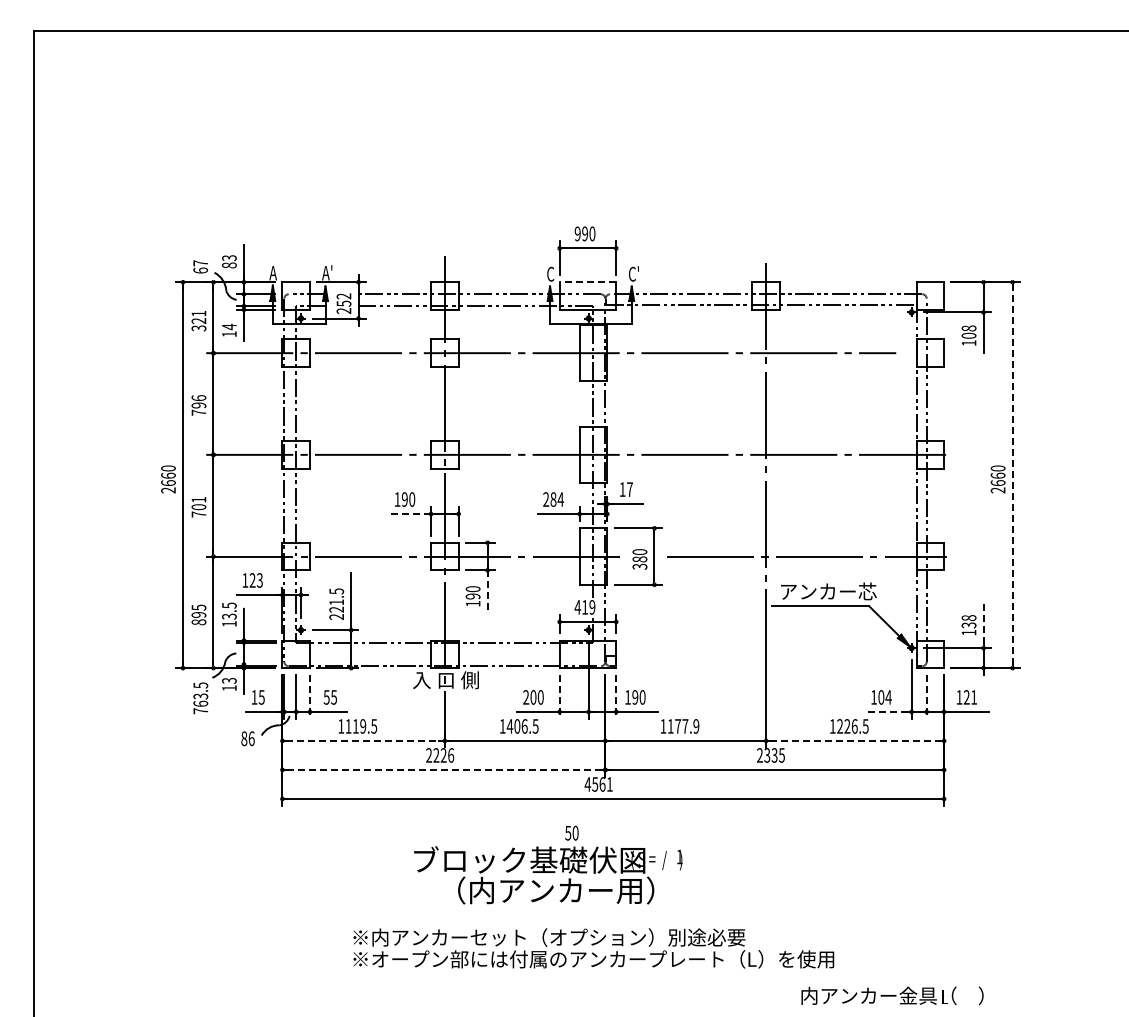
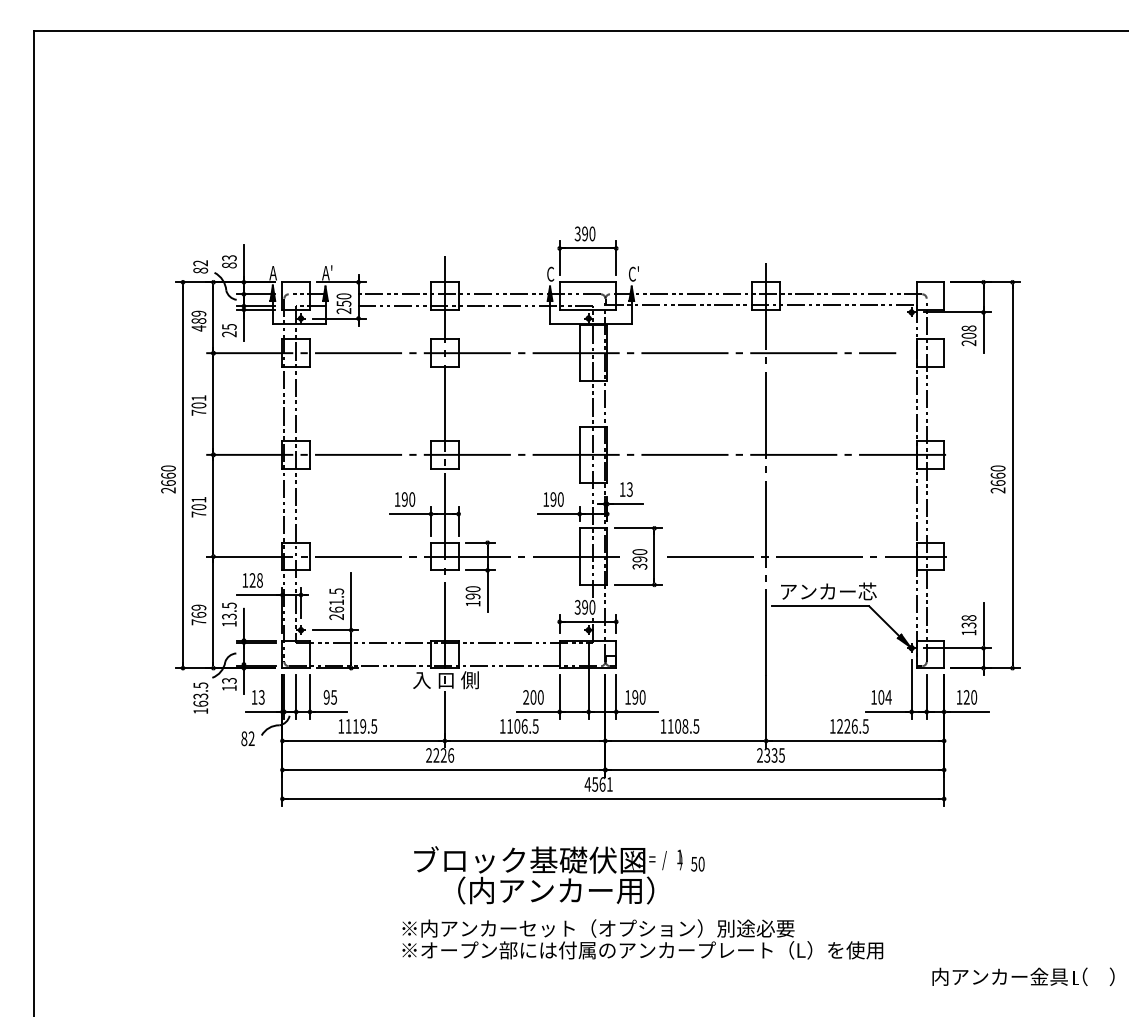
text at (577, 233): 990 -> 390
text at (200, 266): 67 -> 82
line at (587, 282): dashed -> solid
text at (343, 296): 252 -> 250
text at (198, 320): 321 -> 489
text at (229, 330): 14 -> 25
text at (968, 343): 108 -> 208
text at (198, 401): 796 -> 701
line at (1012, 474): dashed -> solid
text at (629, 489): 17 -> 13
text at (553, 499): 284 -> 190
line at (410, 514): dashed -> solid
text at (639, 559): 380 -> 390
text at (259, 580): 123 -> 128
line at (487, 591): dashed -> solid
text at (584, 606): 419 -> 390
text at (336, 609): 221.5 -> 261.5
text at (198, 614): 895 -> 769
line at (983, 623): dashed -> solid
text at (261, 696): 15 -> 13
line at (310, 697): dashed -> solid
text at (326, 697): 55 -> 95
line at (559, 697): dashed -> solid
line at (616, 697): dashed -> solid
line at (926, 697): dashed -> solid
text at (974, 697): 121 -> 120
text at (200, 711): 763.5 -> 163.5
line at (886, 711): dashed -> solid
text at (509, 726): 1406.5 -> 1106.5
text at (687, 726): 1177.9 -> 1108.5
text at (251, 738): 86 -> 82
line at (363, 740): dashed -> solid
line at (855, 740): dashed -> solid
line at (443, 769): dashed -> solid
text at (571, 832) position: (571, 832) -> (697, 863)
text at (593, 948) position: (593, 948) -> (642, 939)
text at (892, 995) position: (892, 995) -> (1023, 976)
